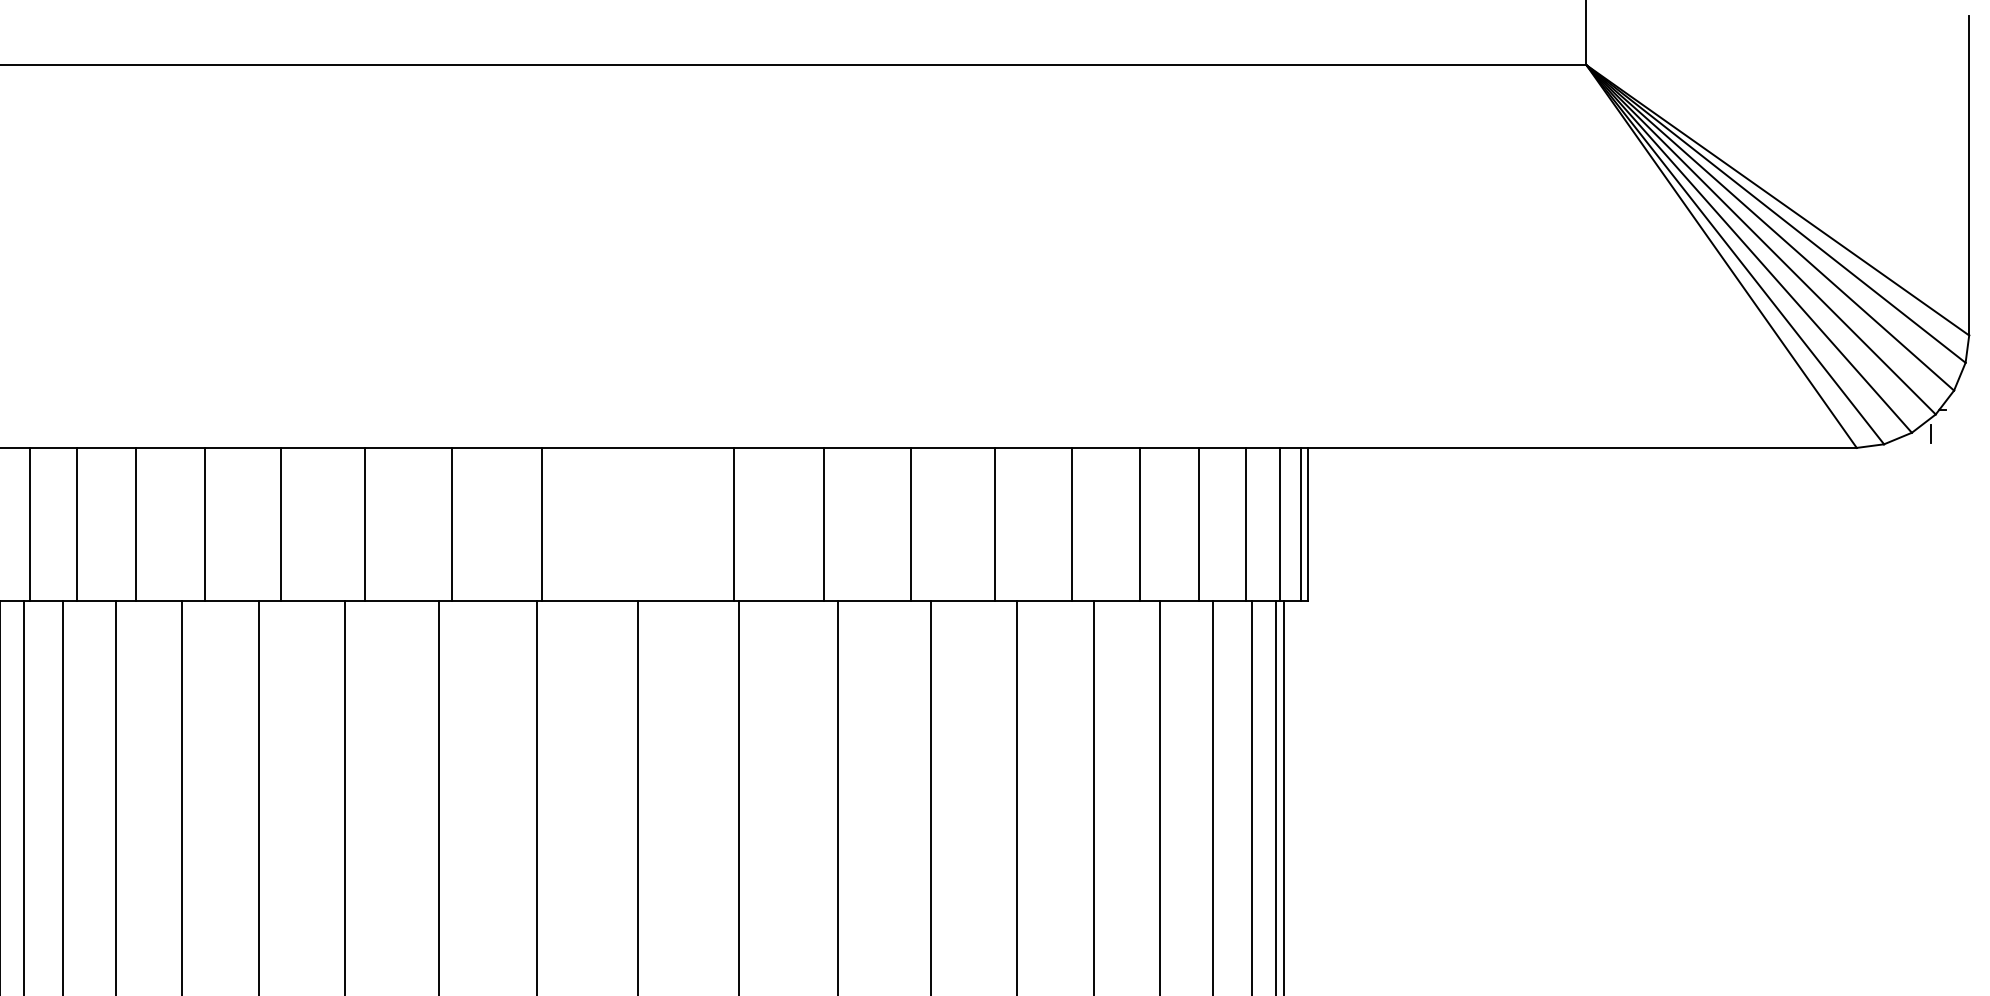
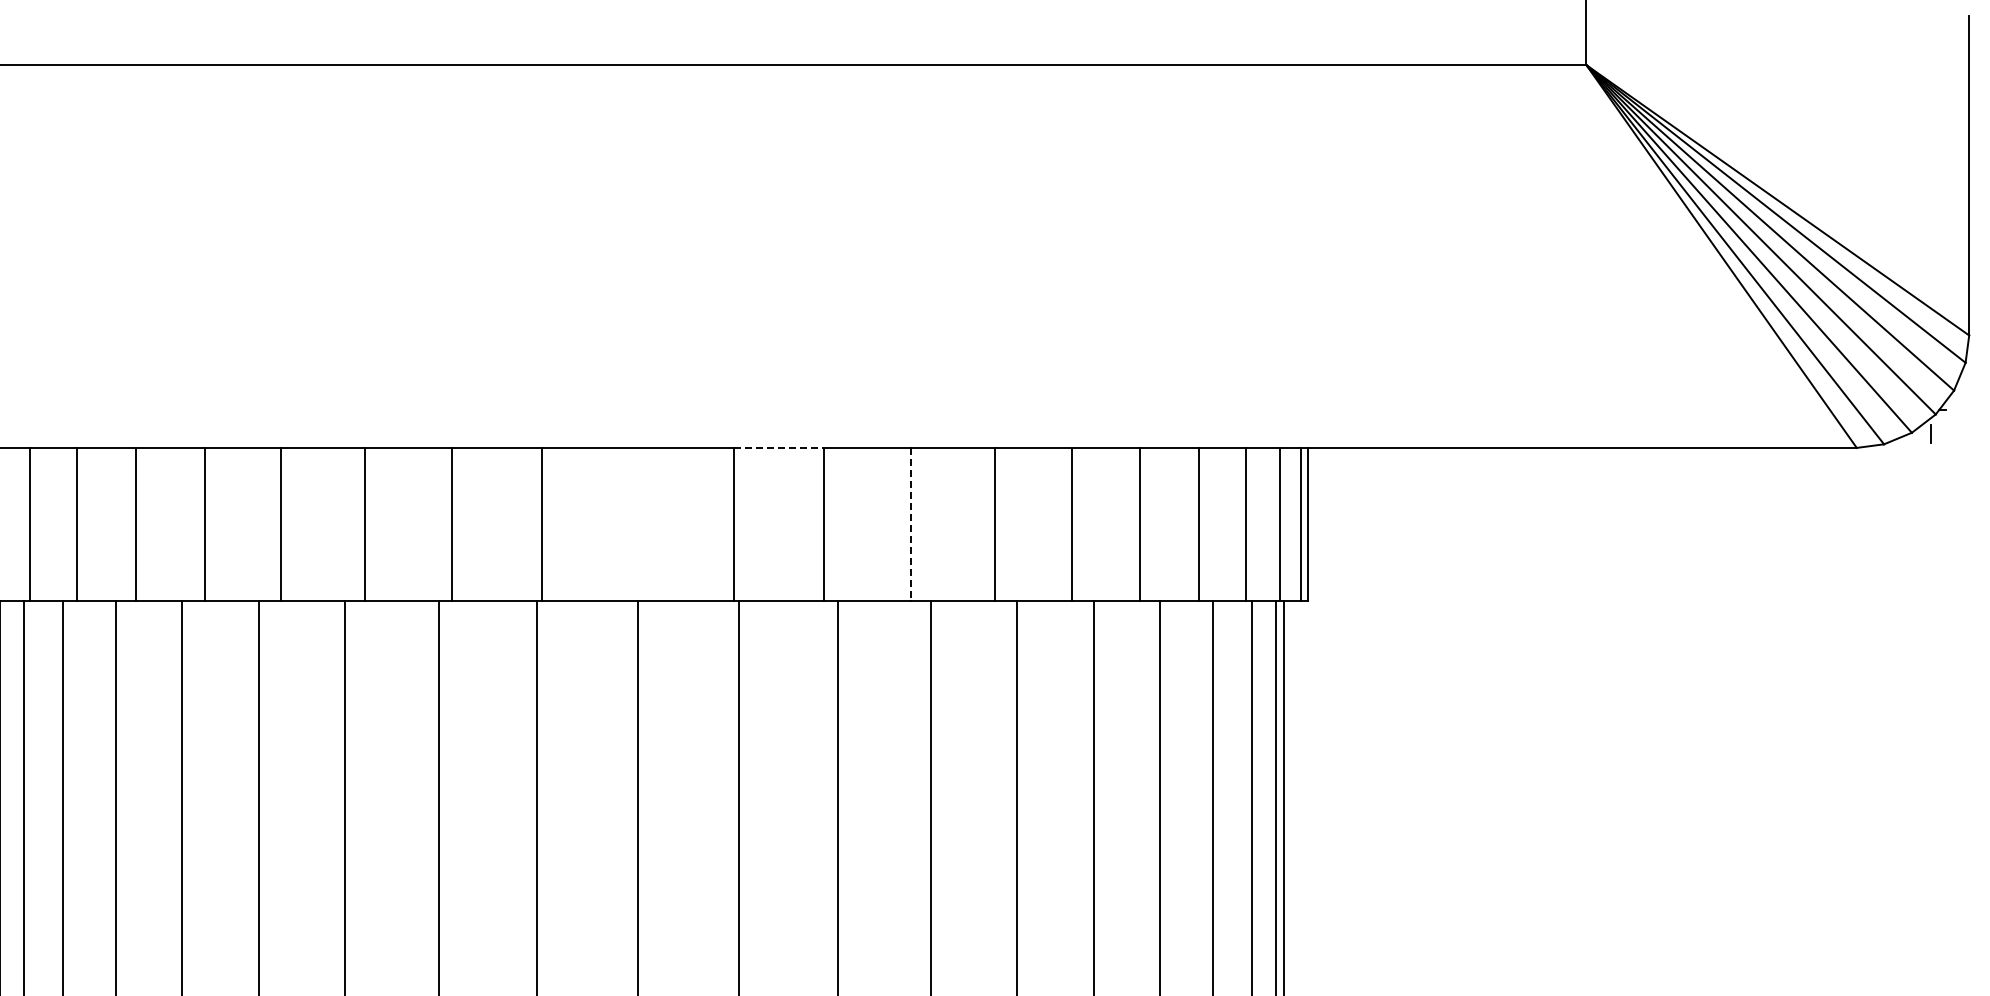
line at (778, 447): solid -> dashed
line at (911, 524): solid -> dashed
